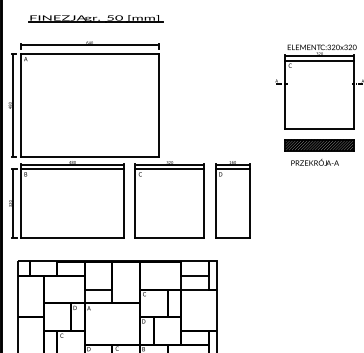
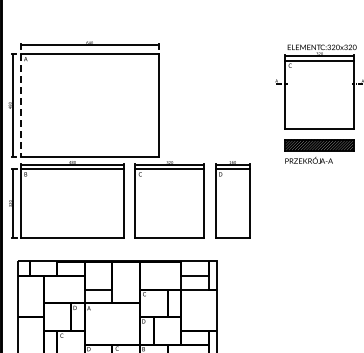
part at (95, 18): present -> none
line at (20, 105): solid -> dashed
text at (314, 162) position: (314, 162) -> (308, 160)
